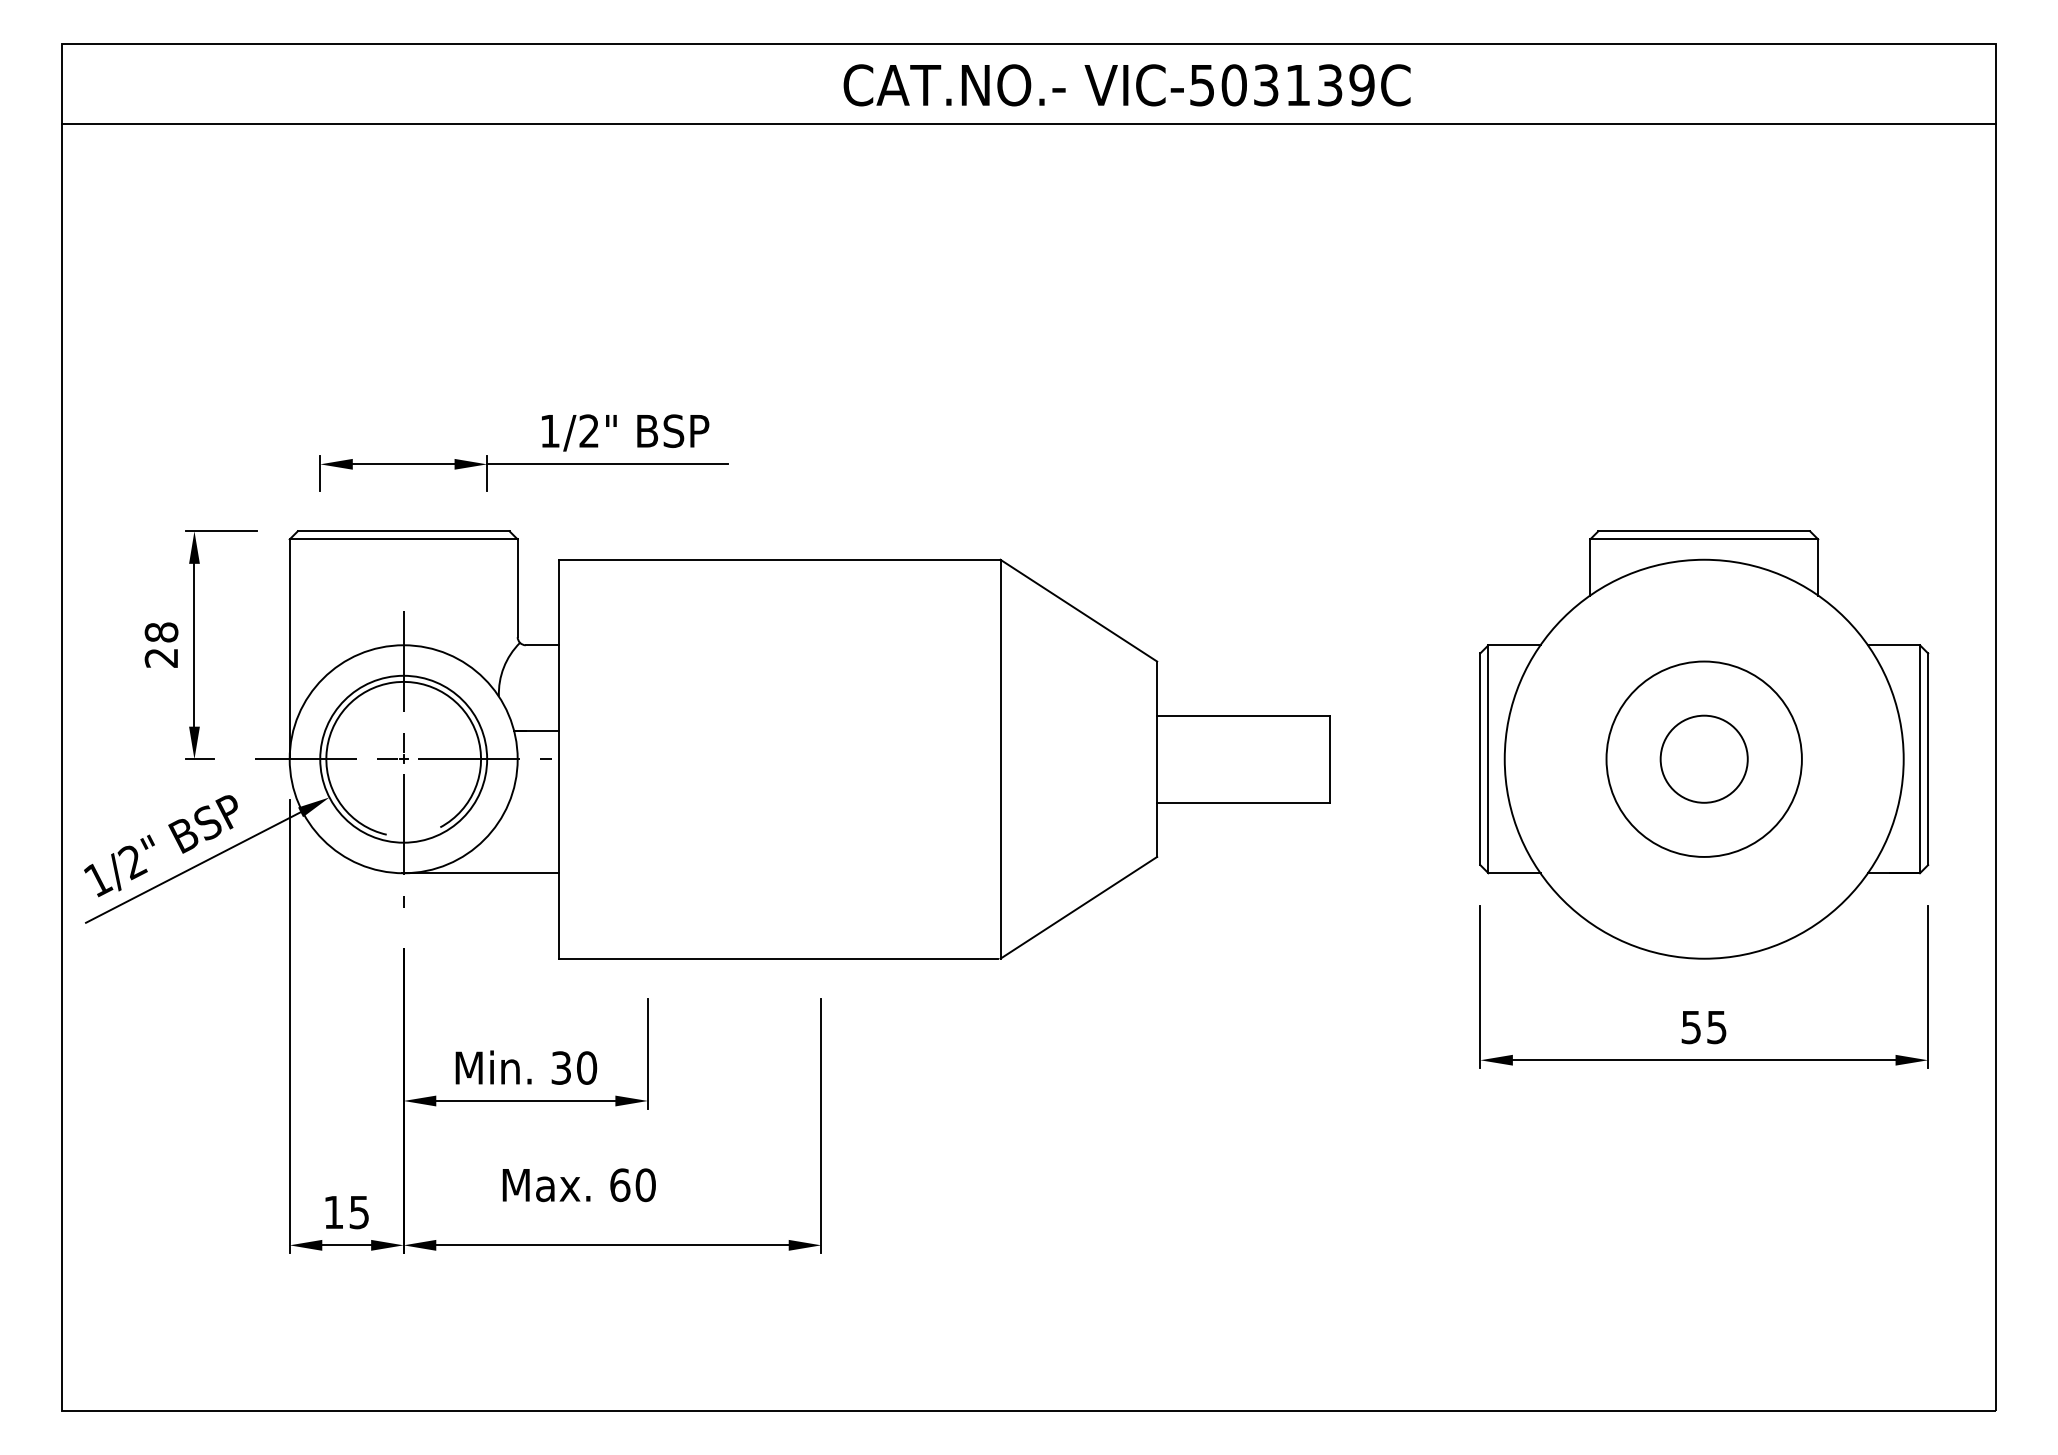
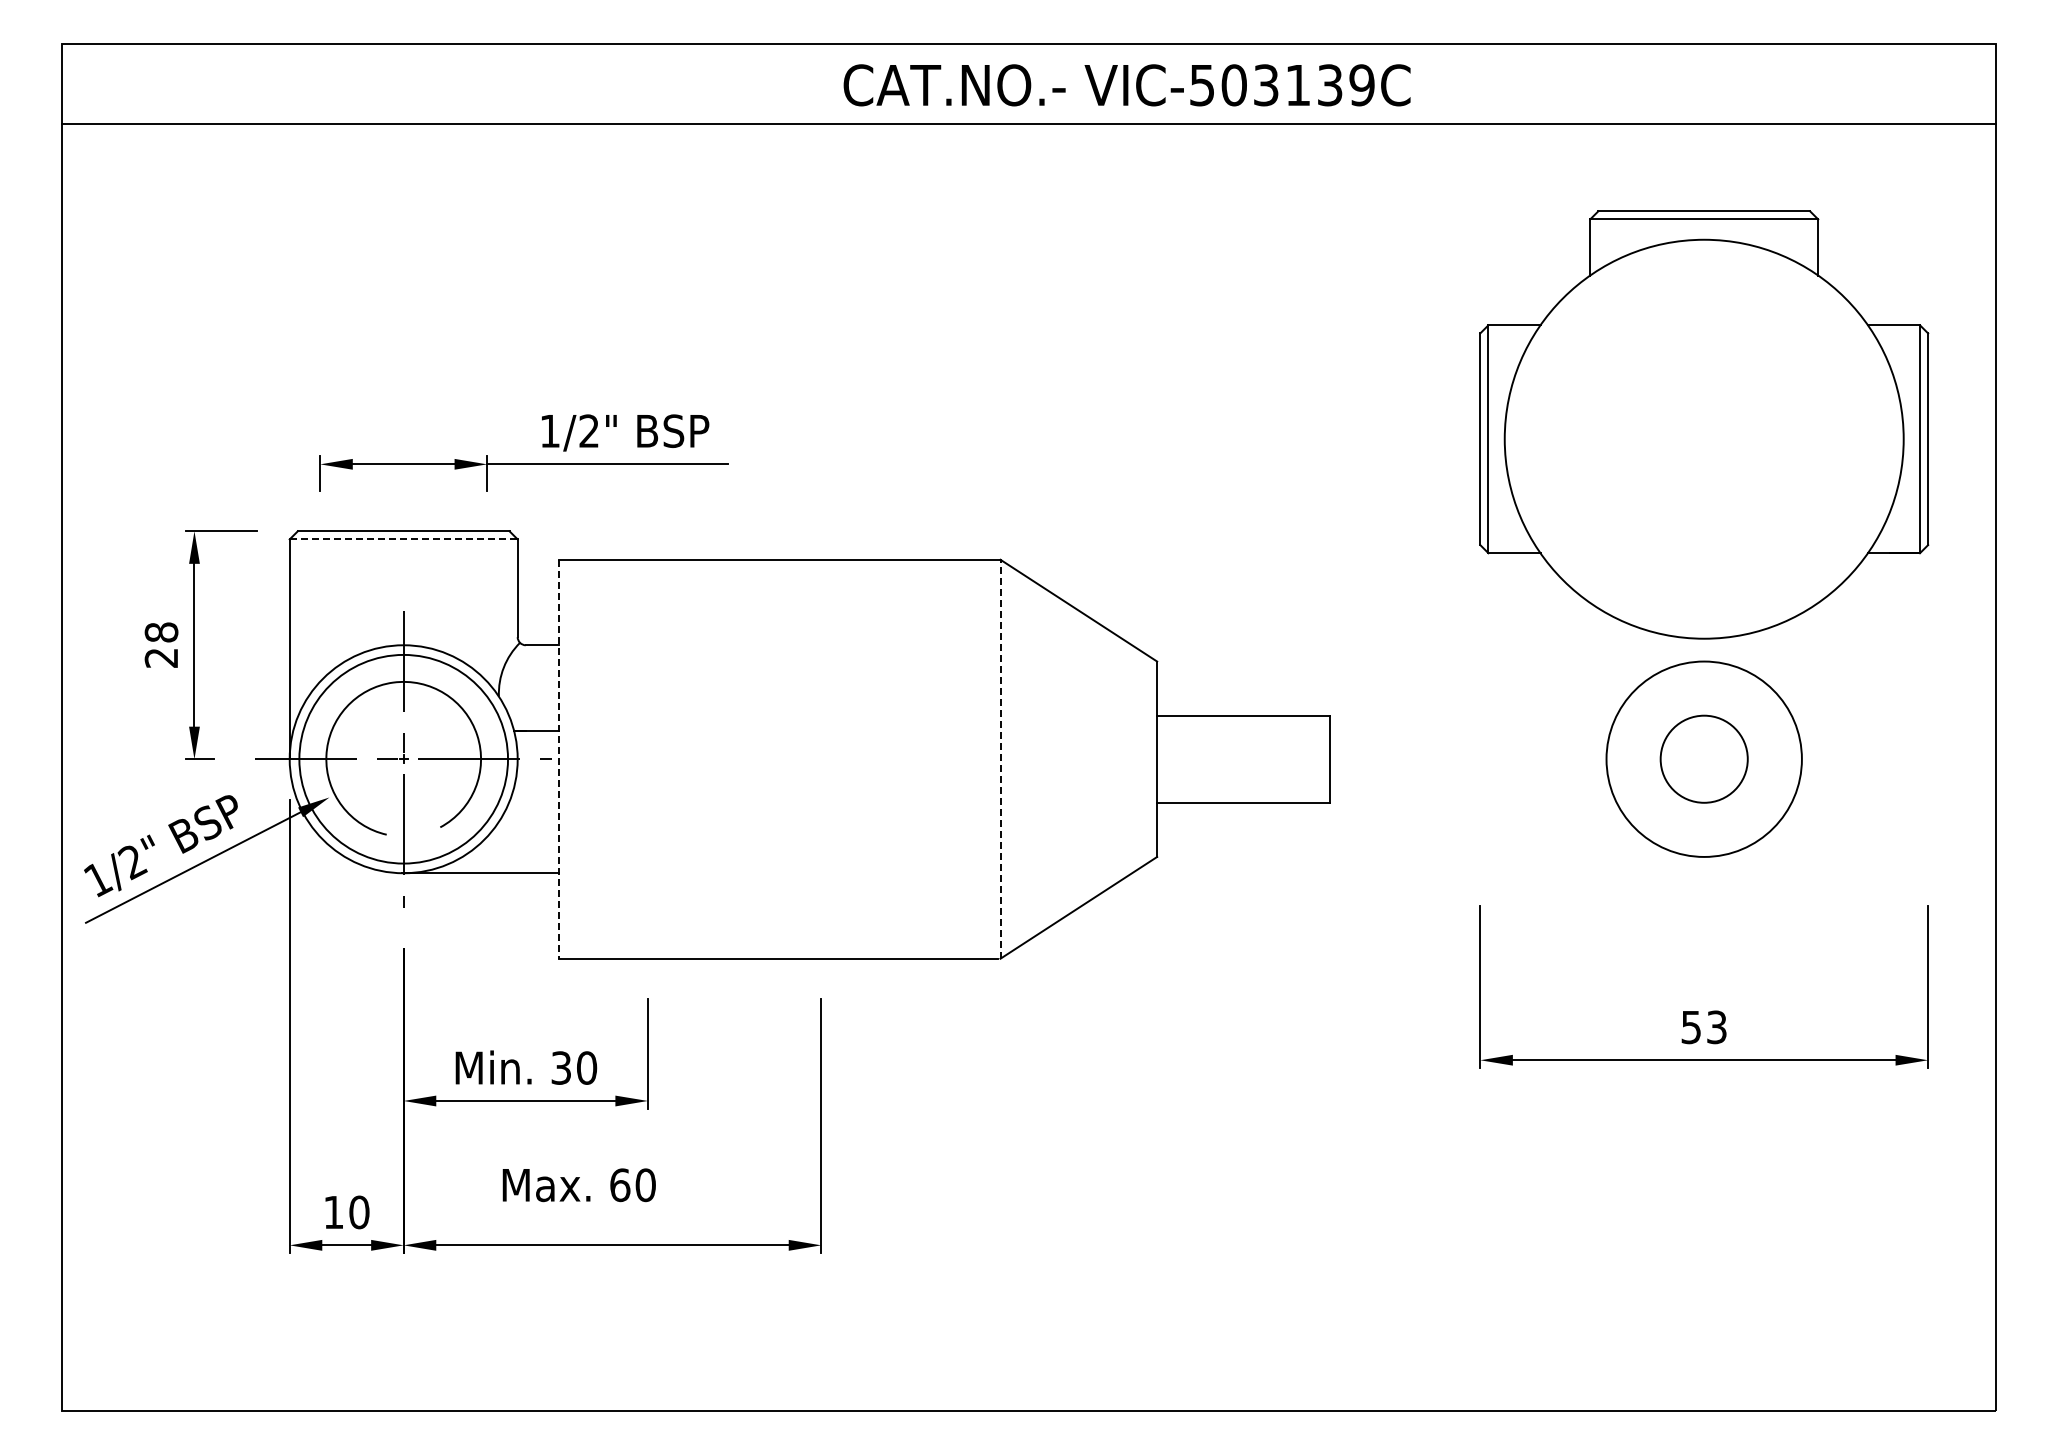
line at (403, 539): solid -> dashed
part at (1704, 744) position: (1704, 744) -> (1704, 424)
circle at (403, 758) diameter: 167 px -> 209 px
line at (1000, 758): solid -> dashed
line at (558, 759): solid -> dashed
text at (1717, 1026): 55 -> 53
text at (359, 1212): 15 -> 10
